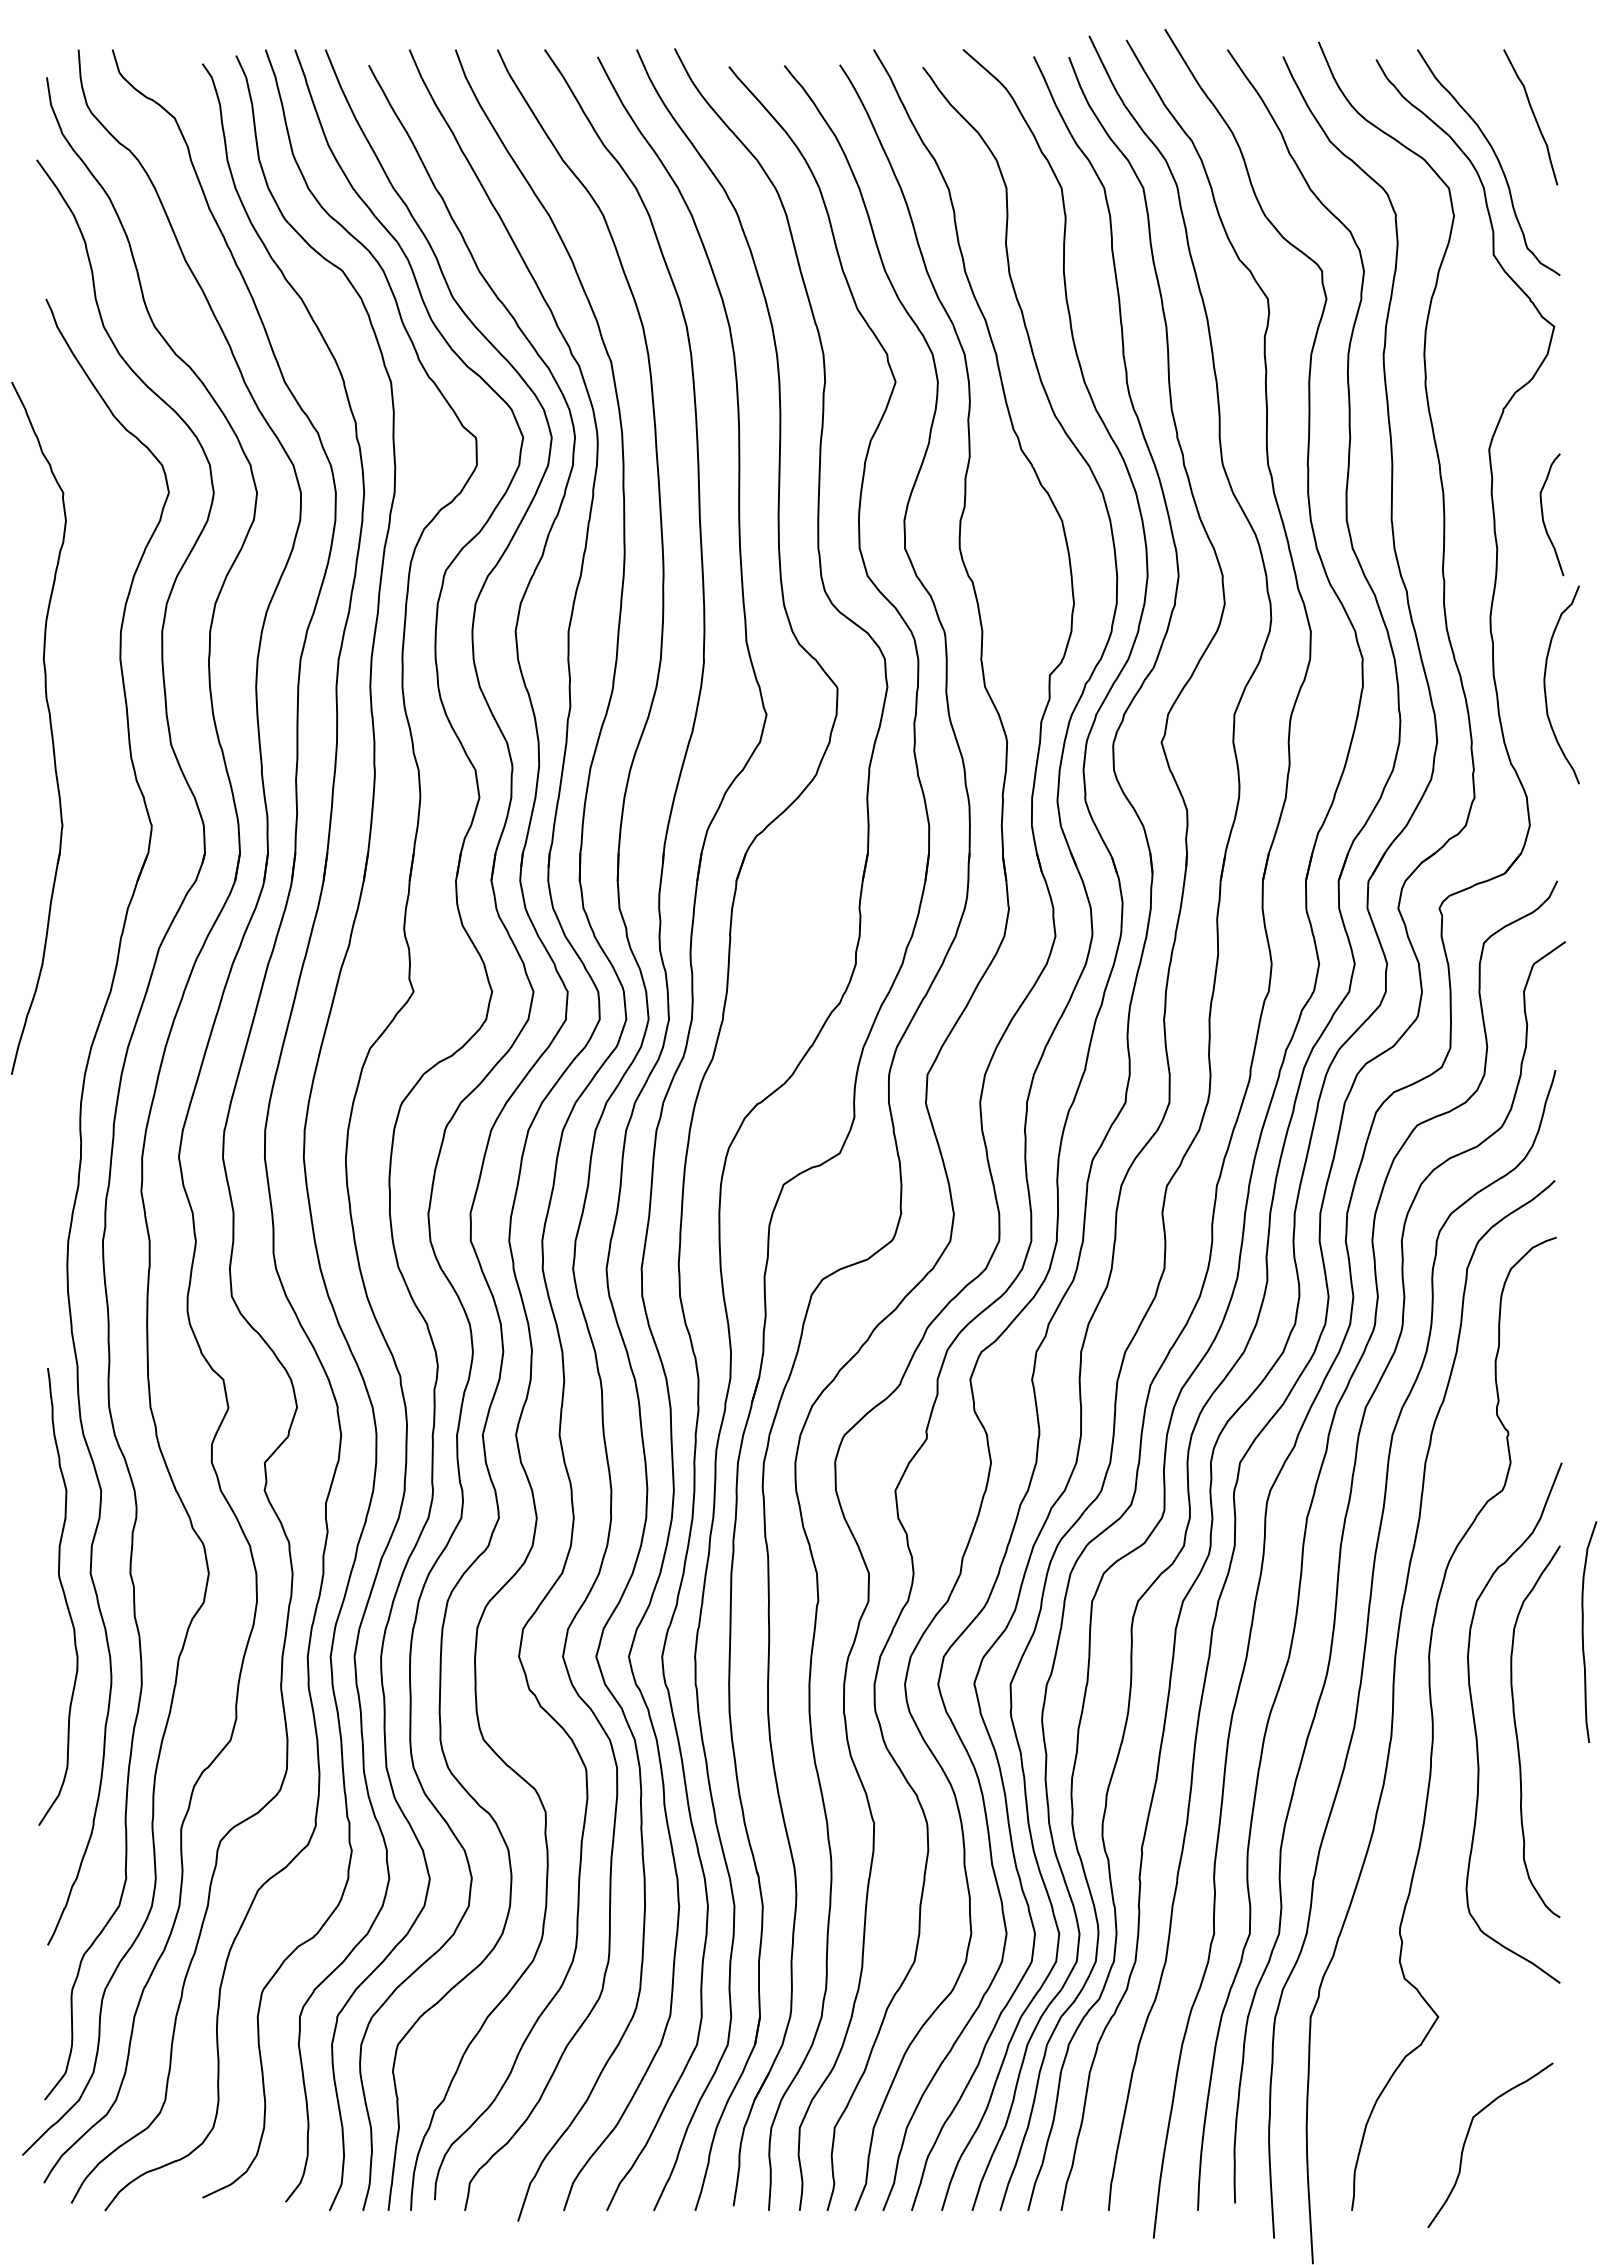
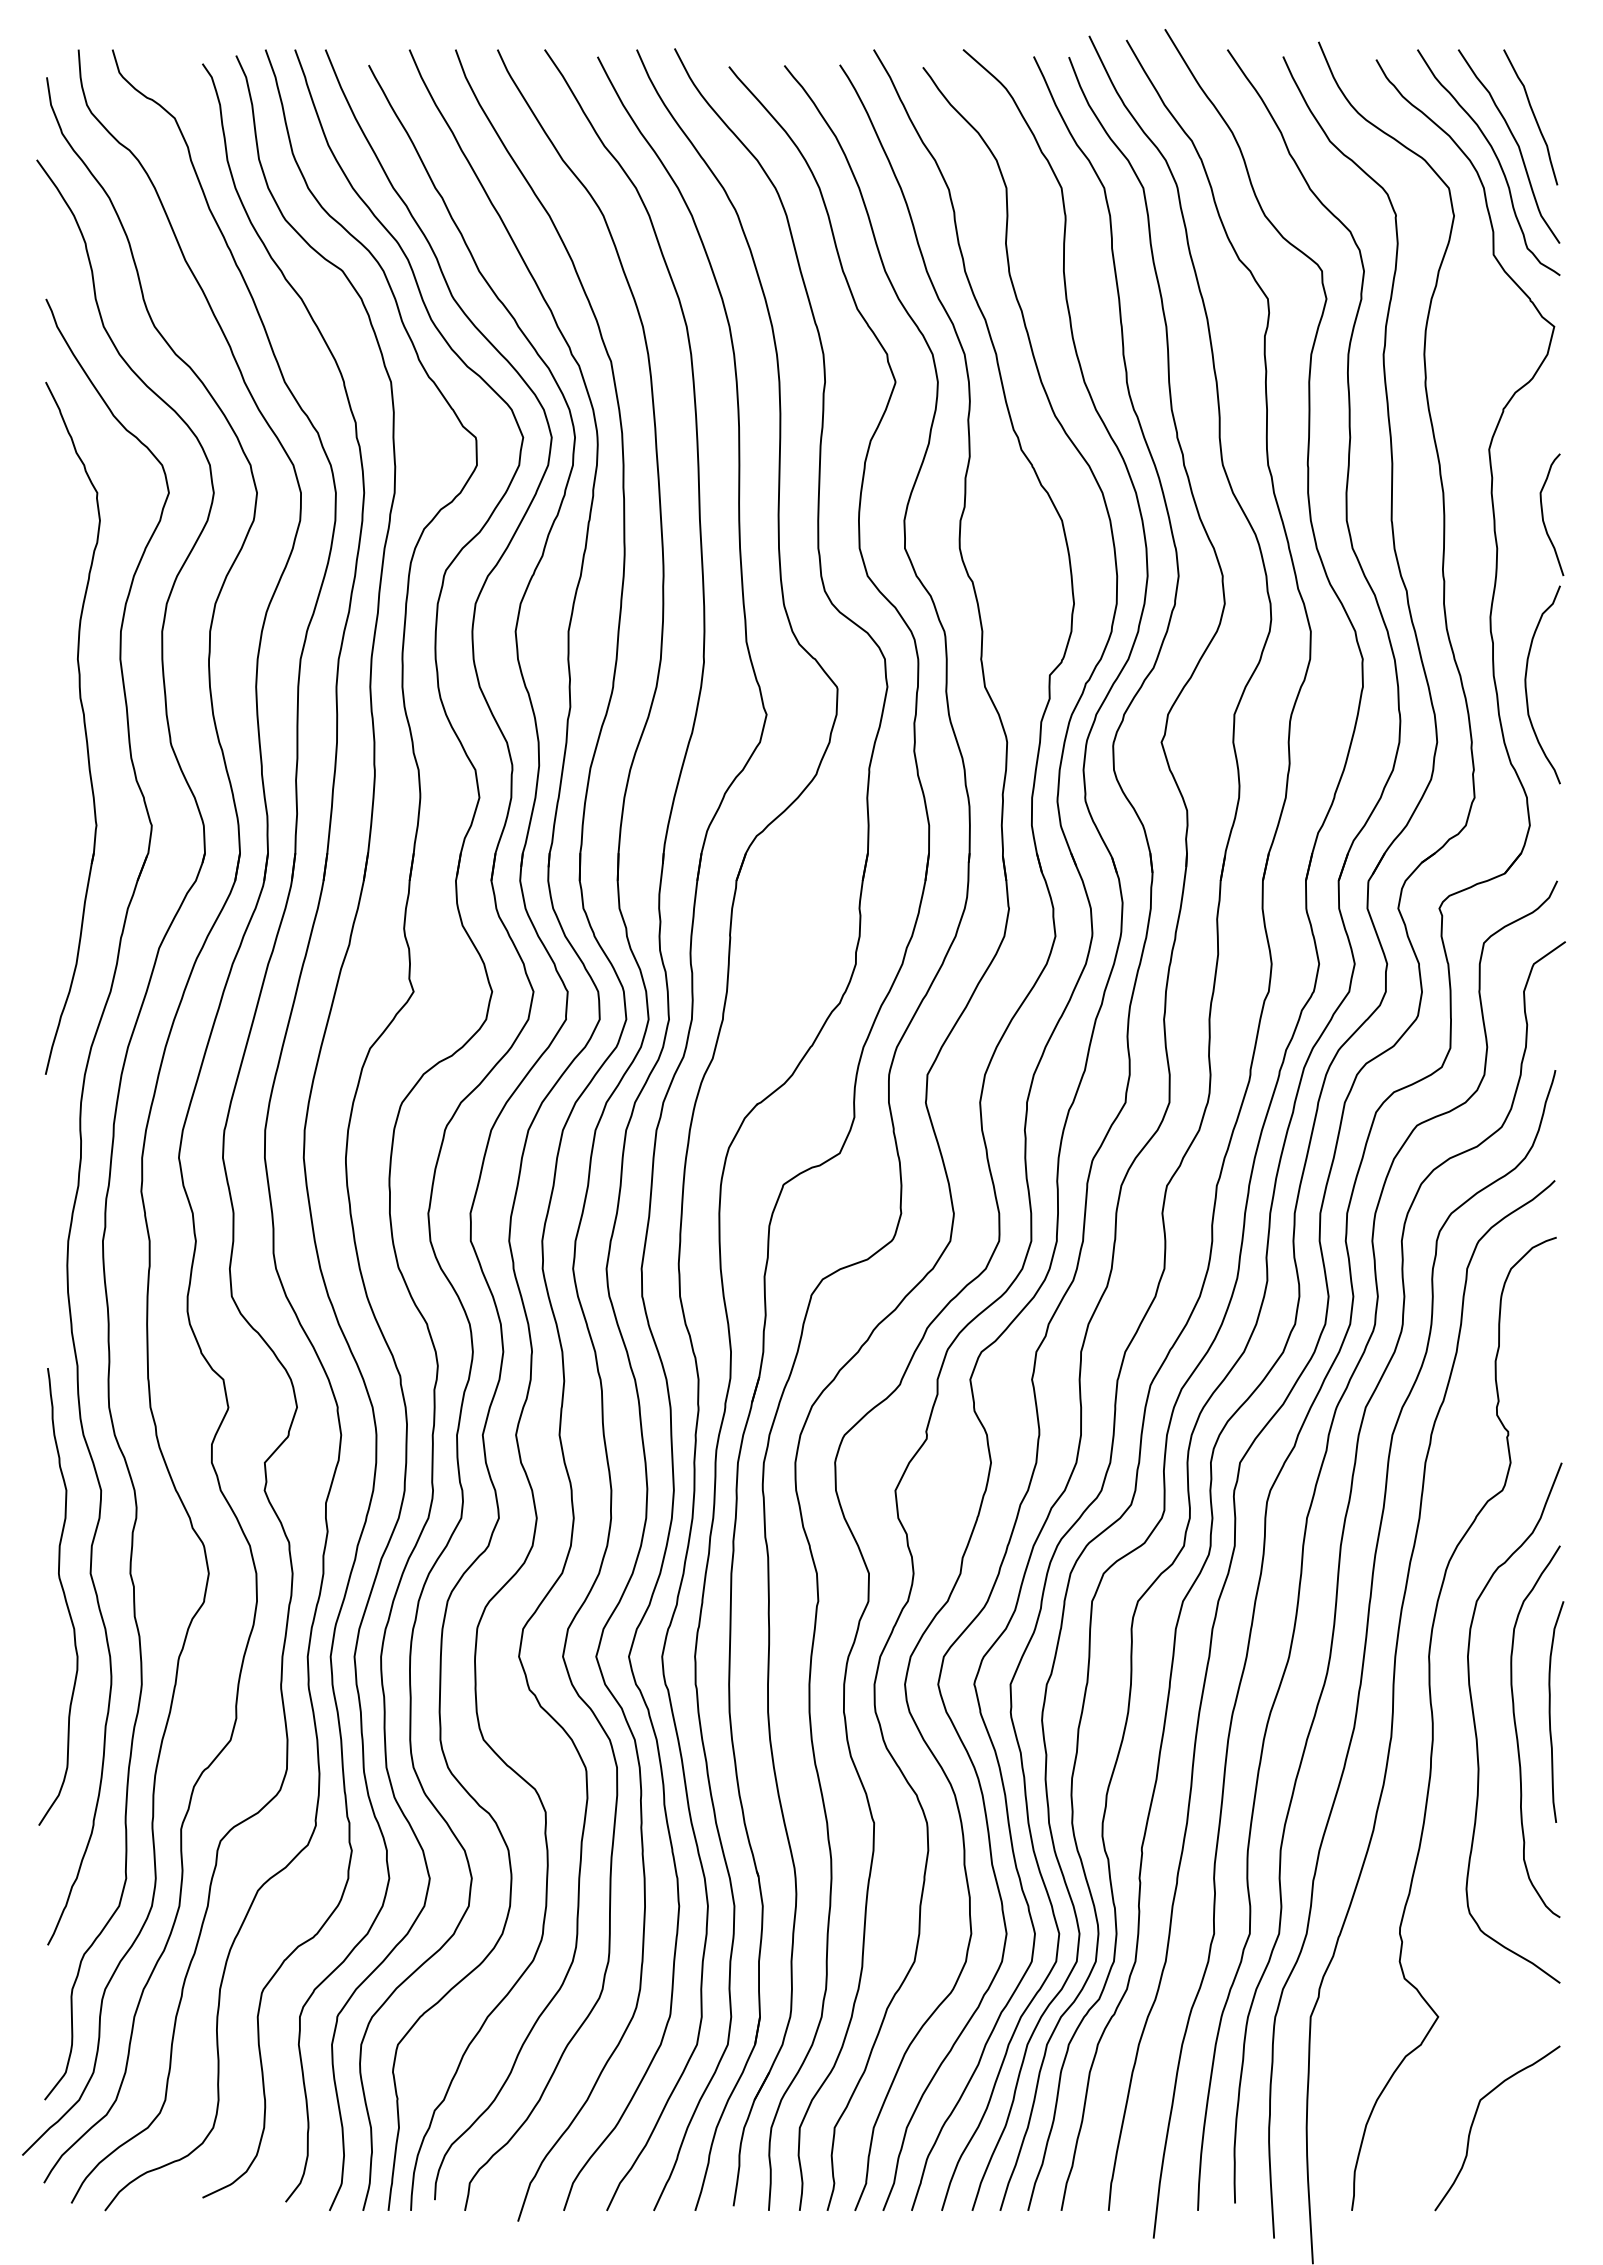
curve at (1515, 142): none -> present
curve at (1545, 684) position: (1545, 684) -> (1526, 684)
part at (49, 724) position: (49, 724) -> (83, 724)
curve at (1583, 1631) position: (1583, 1631) -> (1550, 1711)
curve at (1468, 2135) position: (1468, 2135) -> (1475, 2118)
